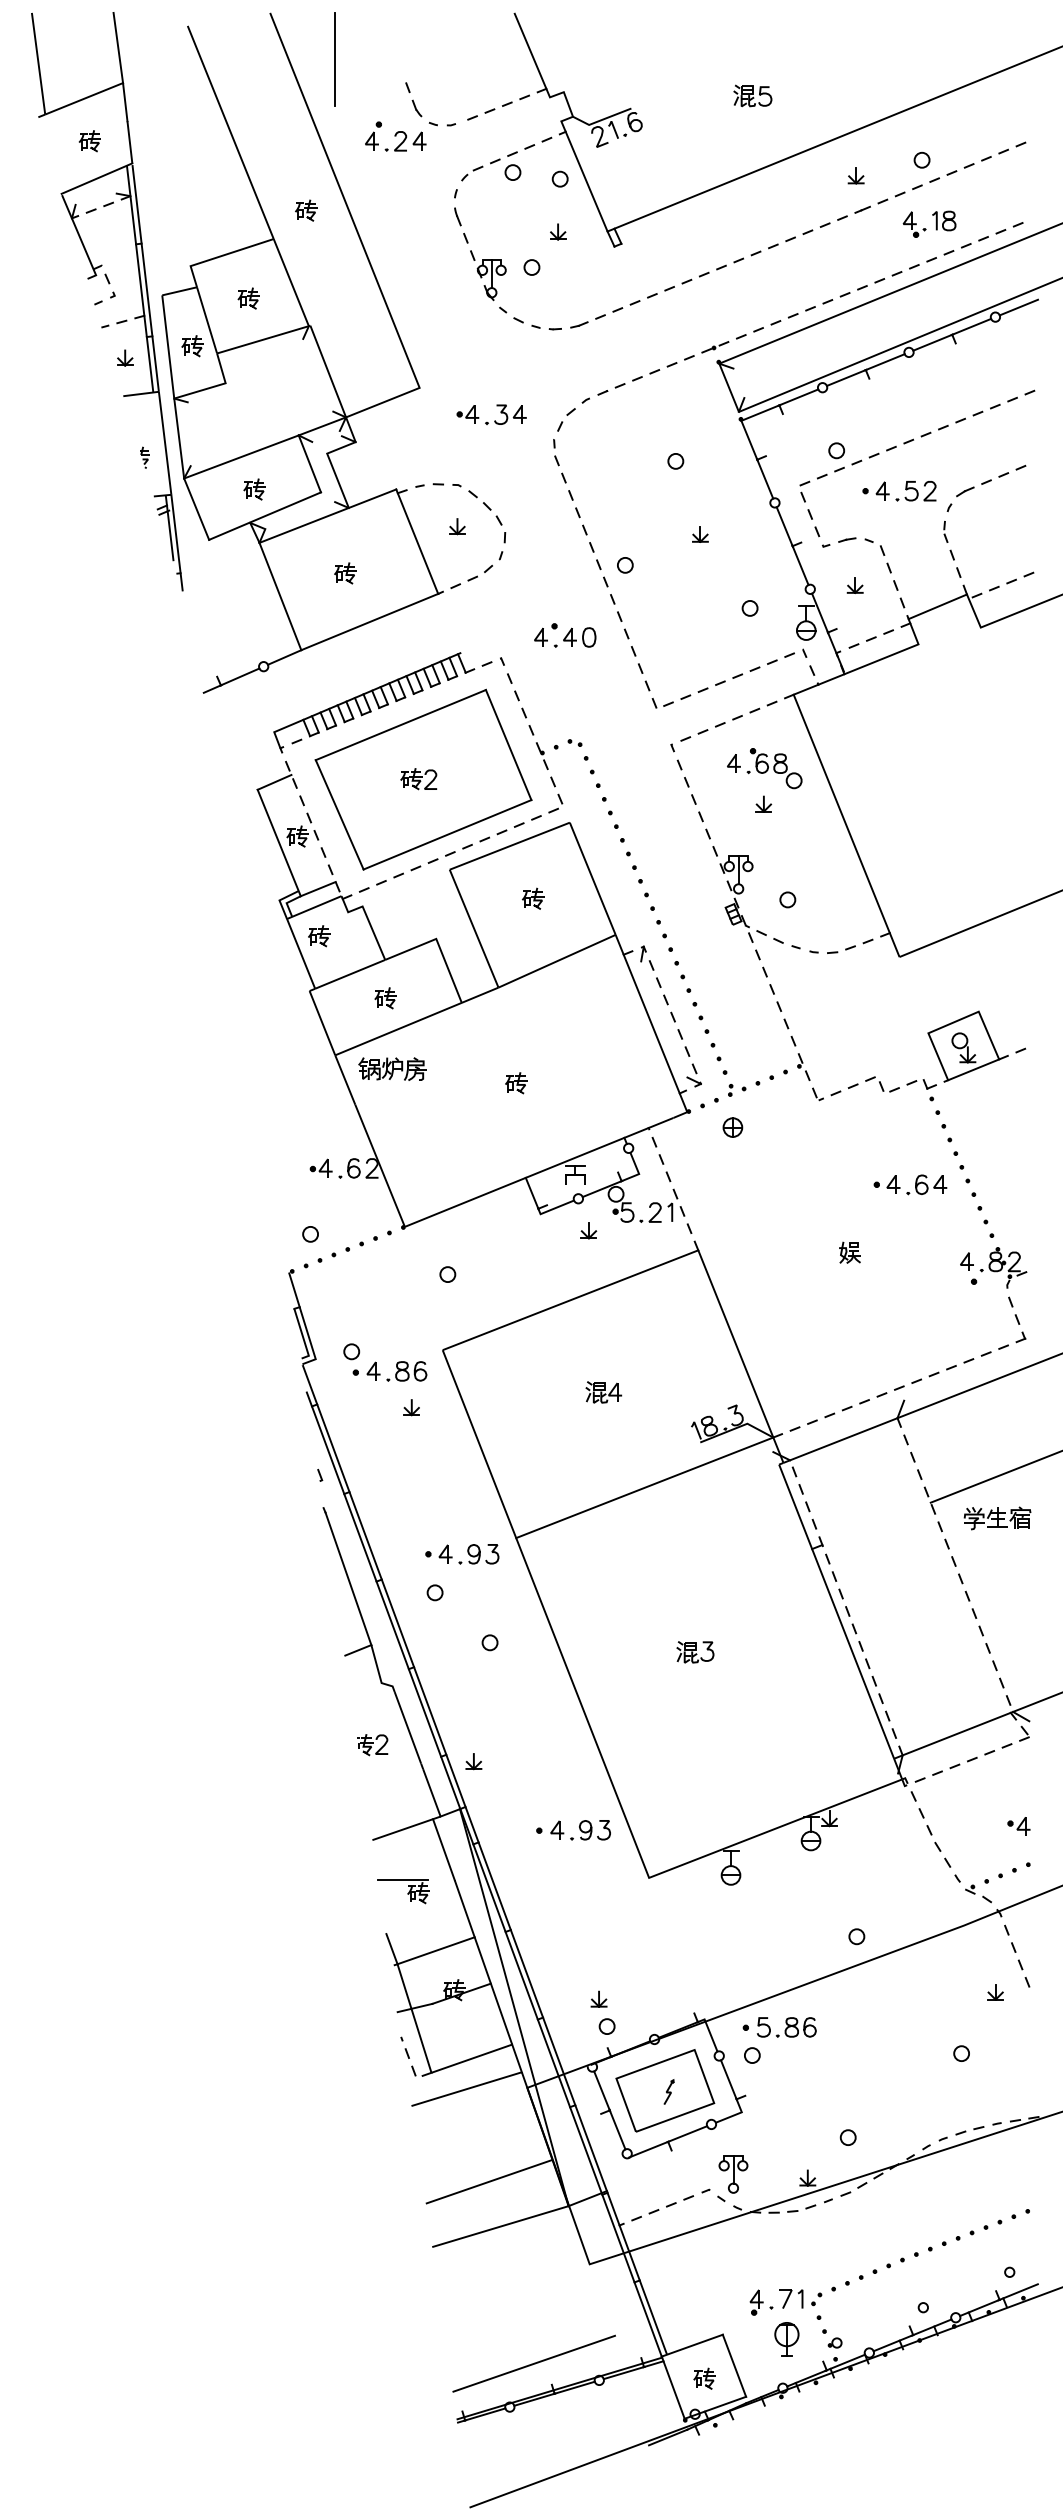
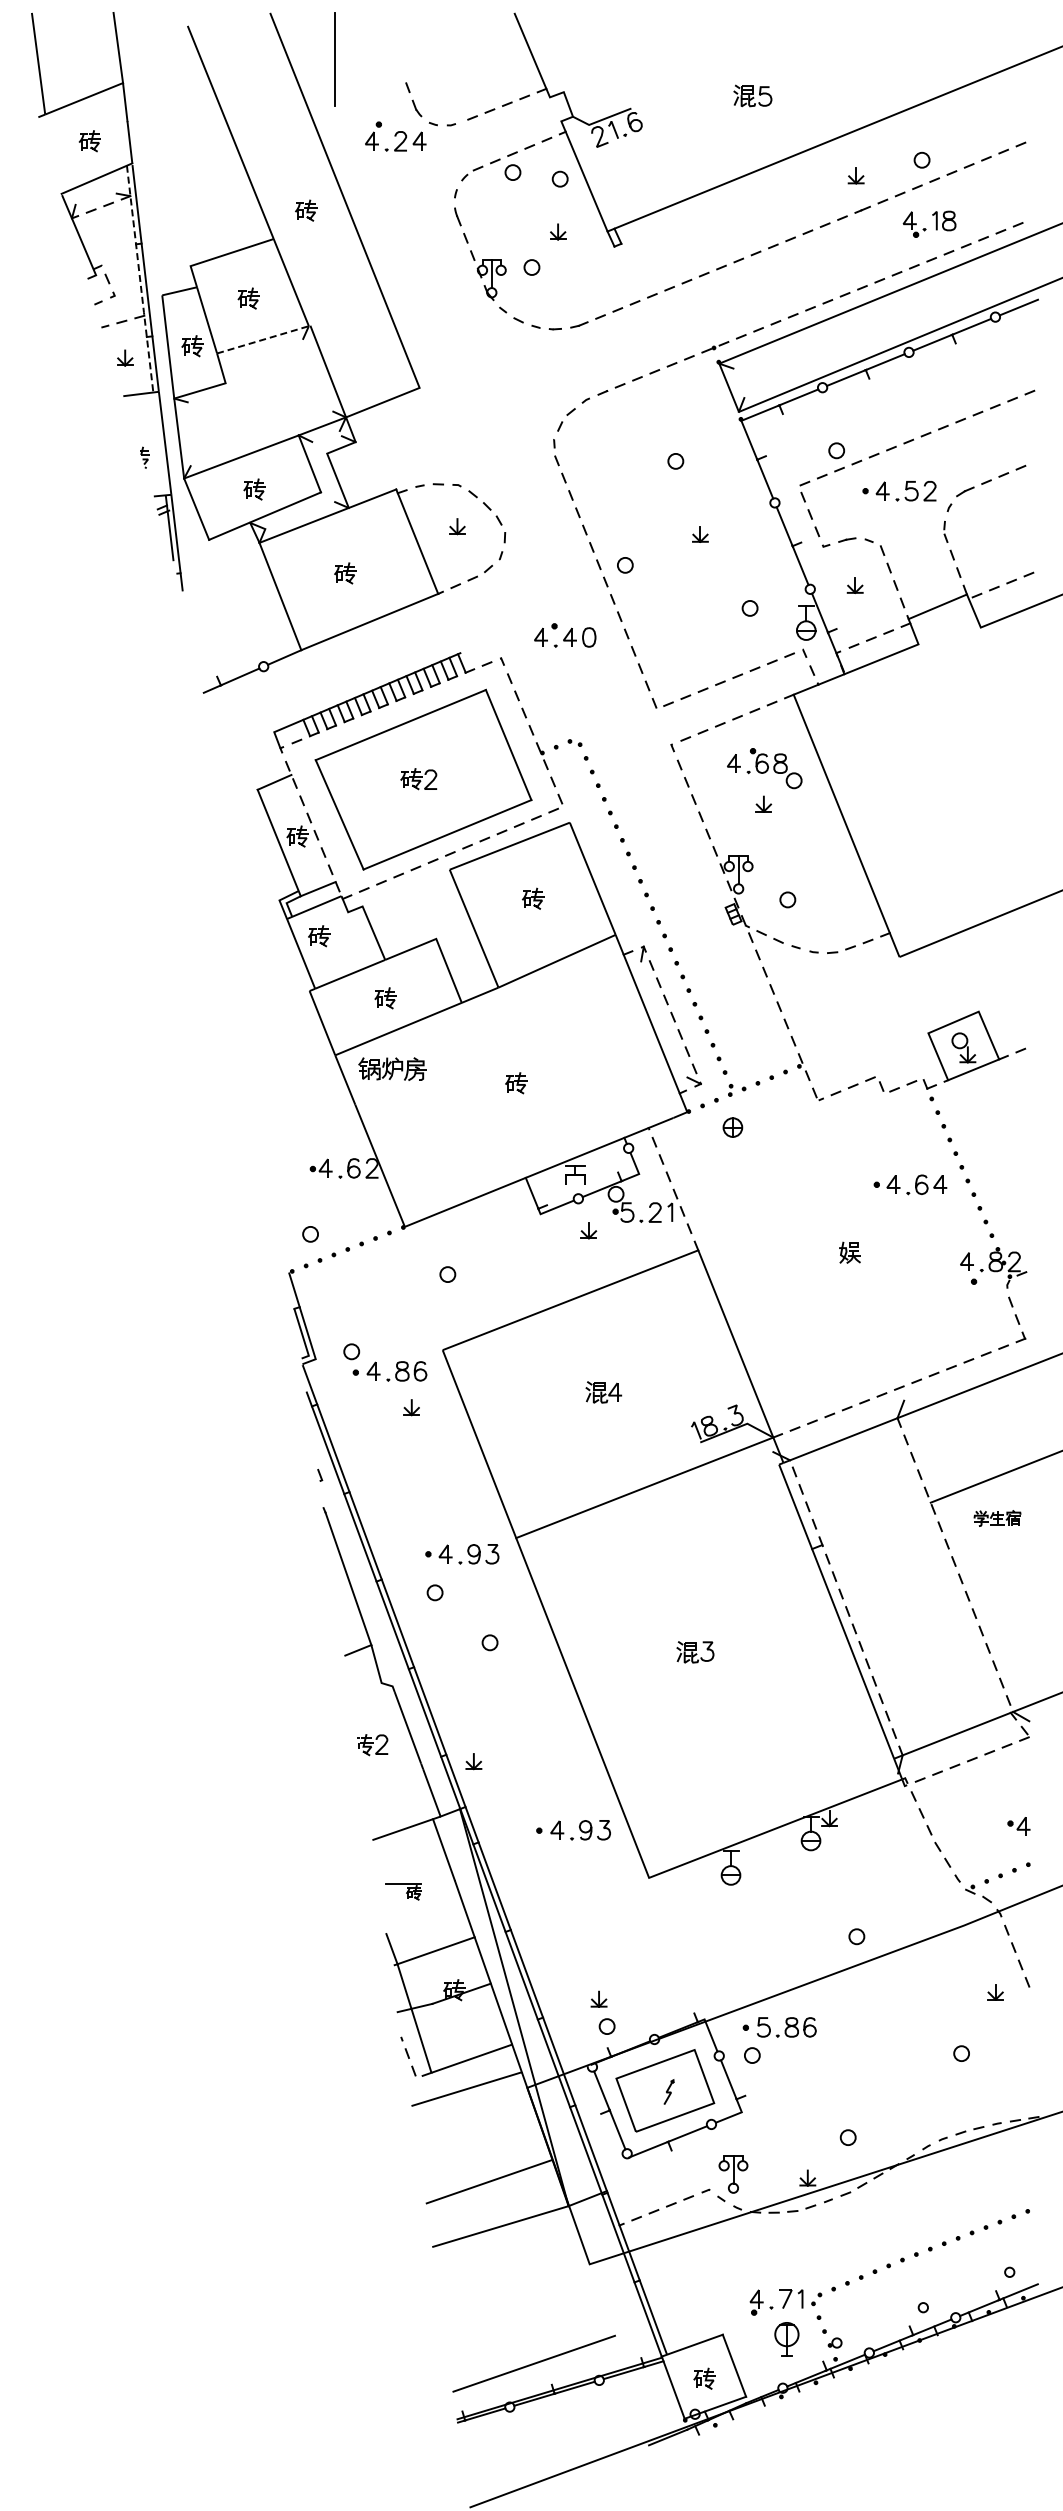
line at (140, 279): solid -> dashed
line at (263, 339): solid -> dashed
part at (494, 420): present -> none
part at (997, 1518) size: 69x25 px -> 49x17 px
part at (403, 1891) size: 53x26 px -> 37x18 px
